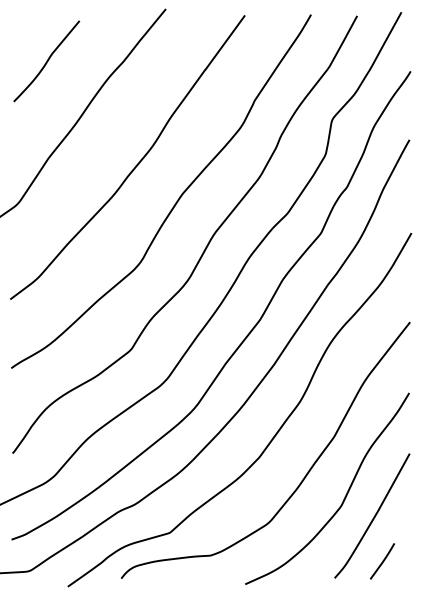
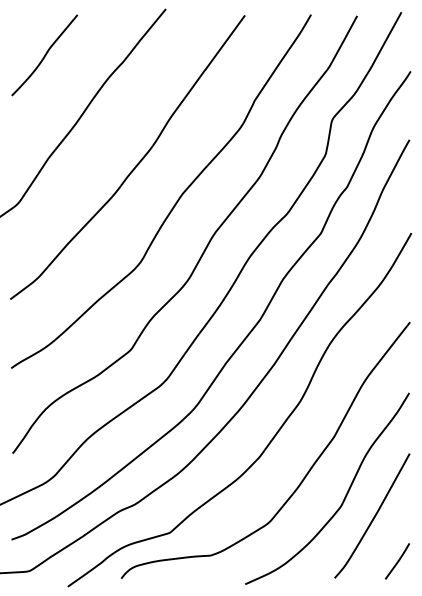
curve at (46, 61) position: (46, 61) -> (44, 55)
line at (382, 561) position: (382, 561) -> (397, 561)
